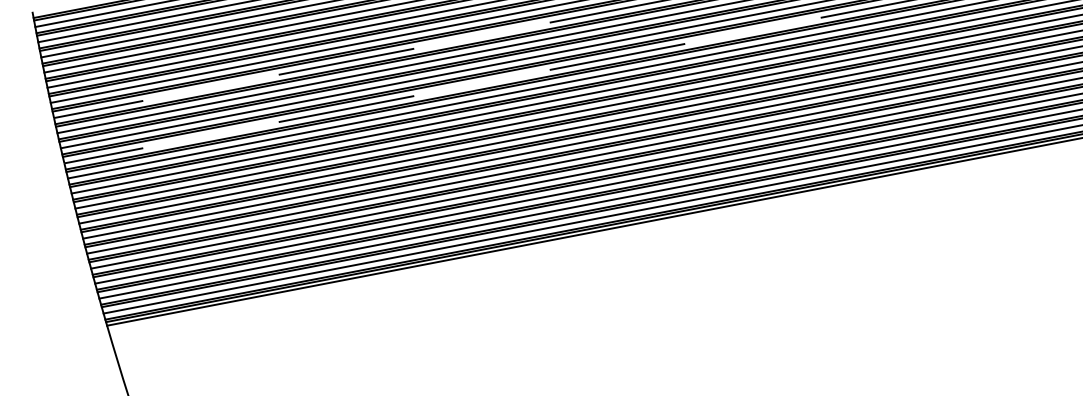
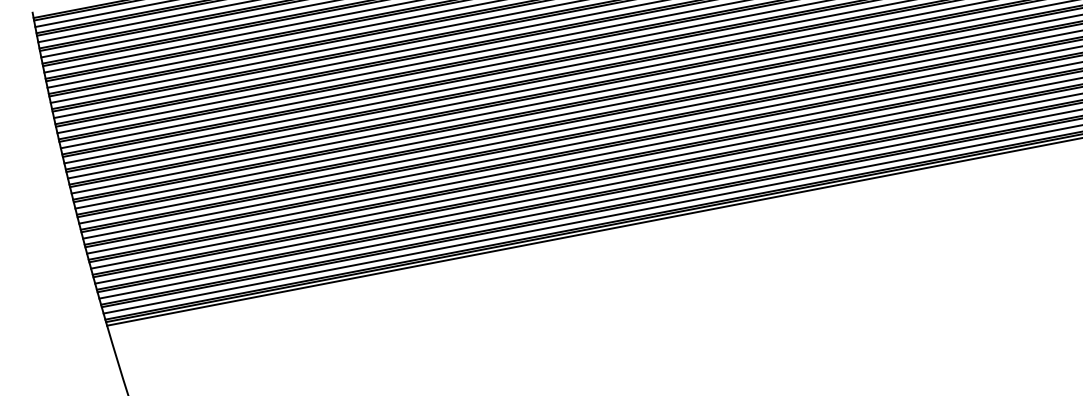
line at (360, 59): dashed -> solid
line at (488, 81): dashed -> solid
